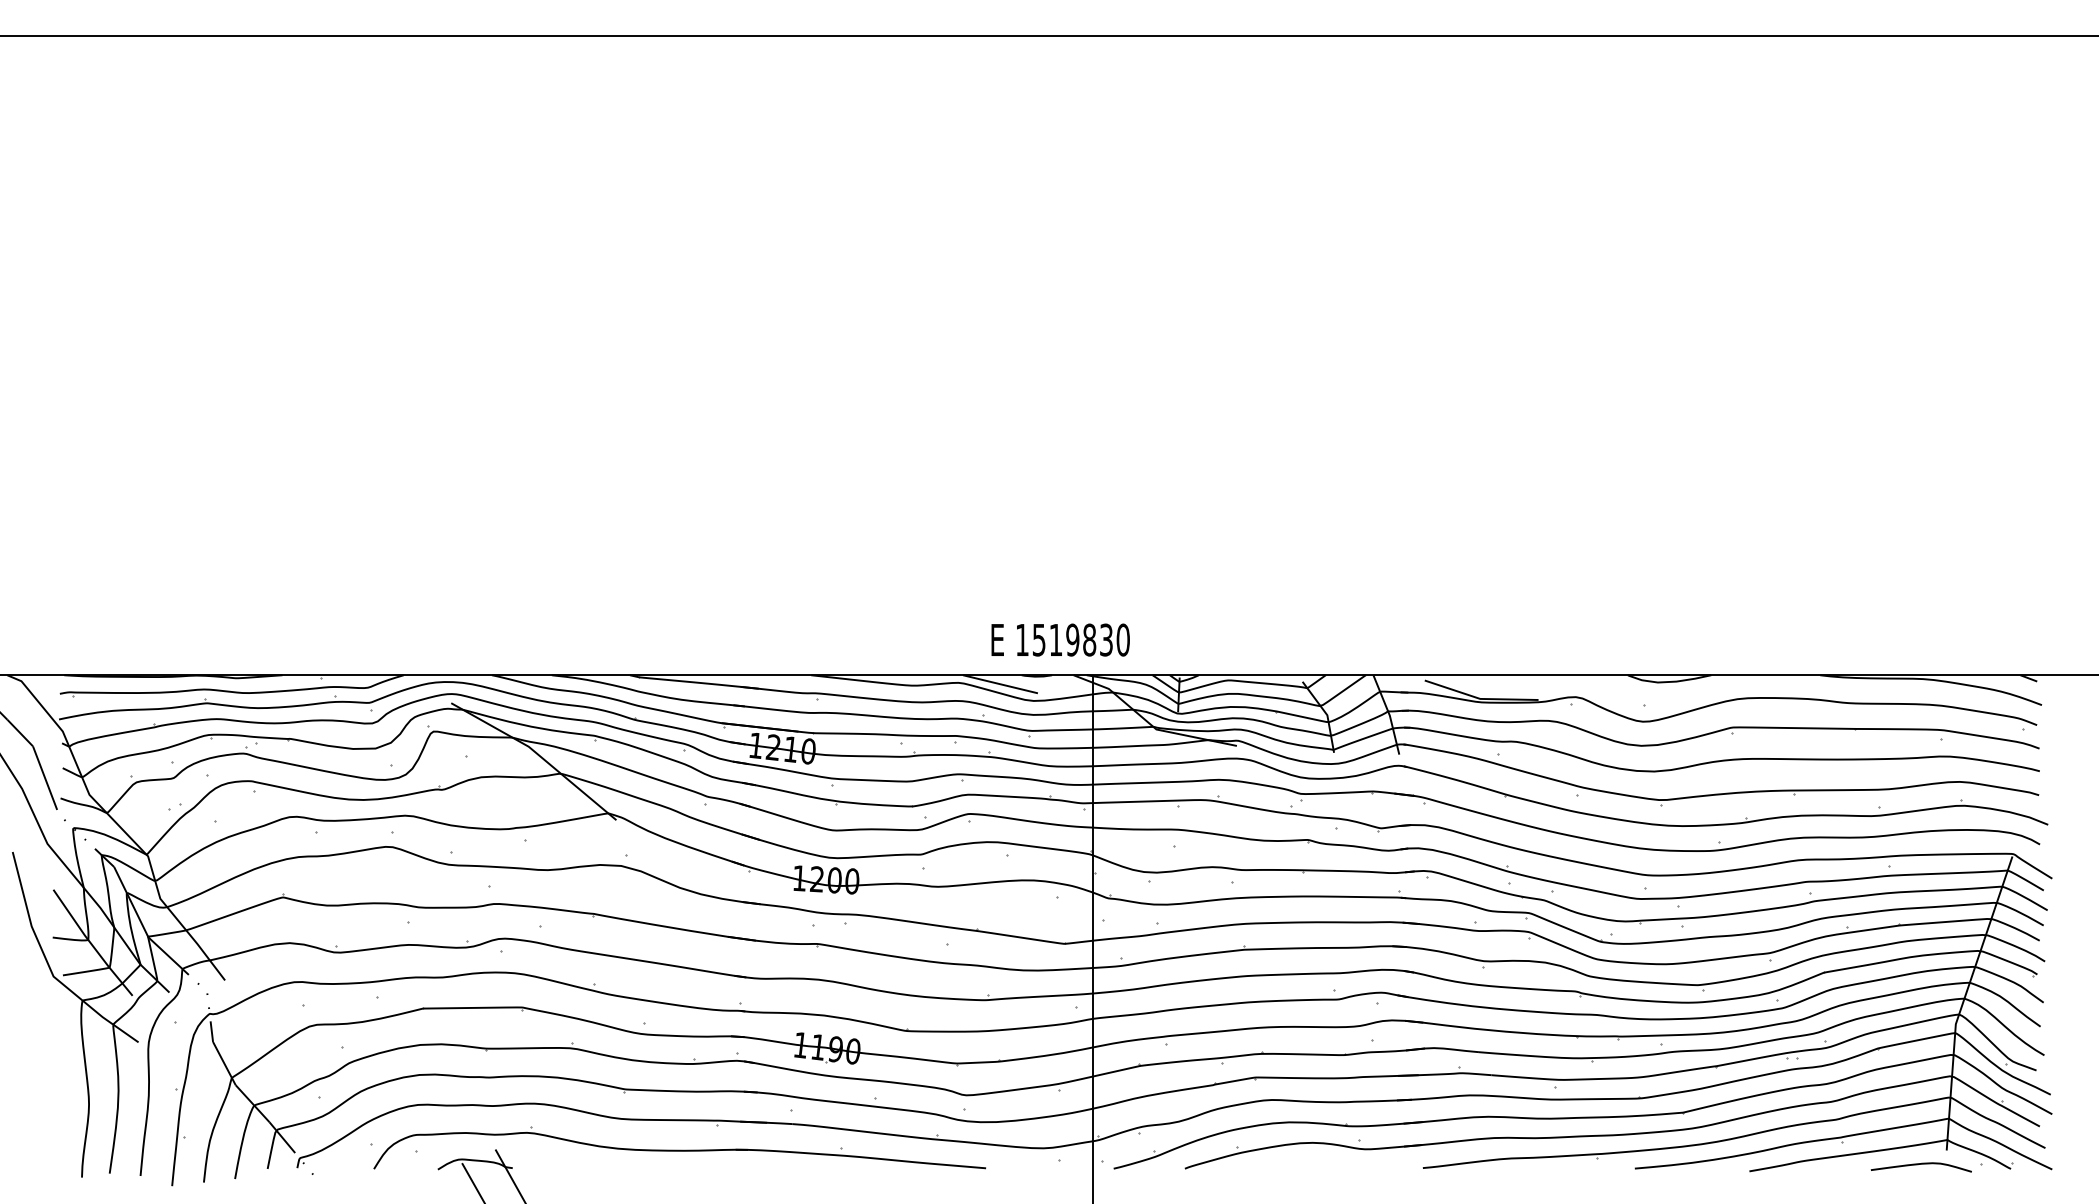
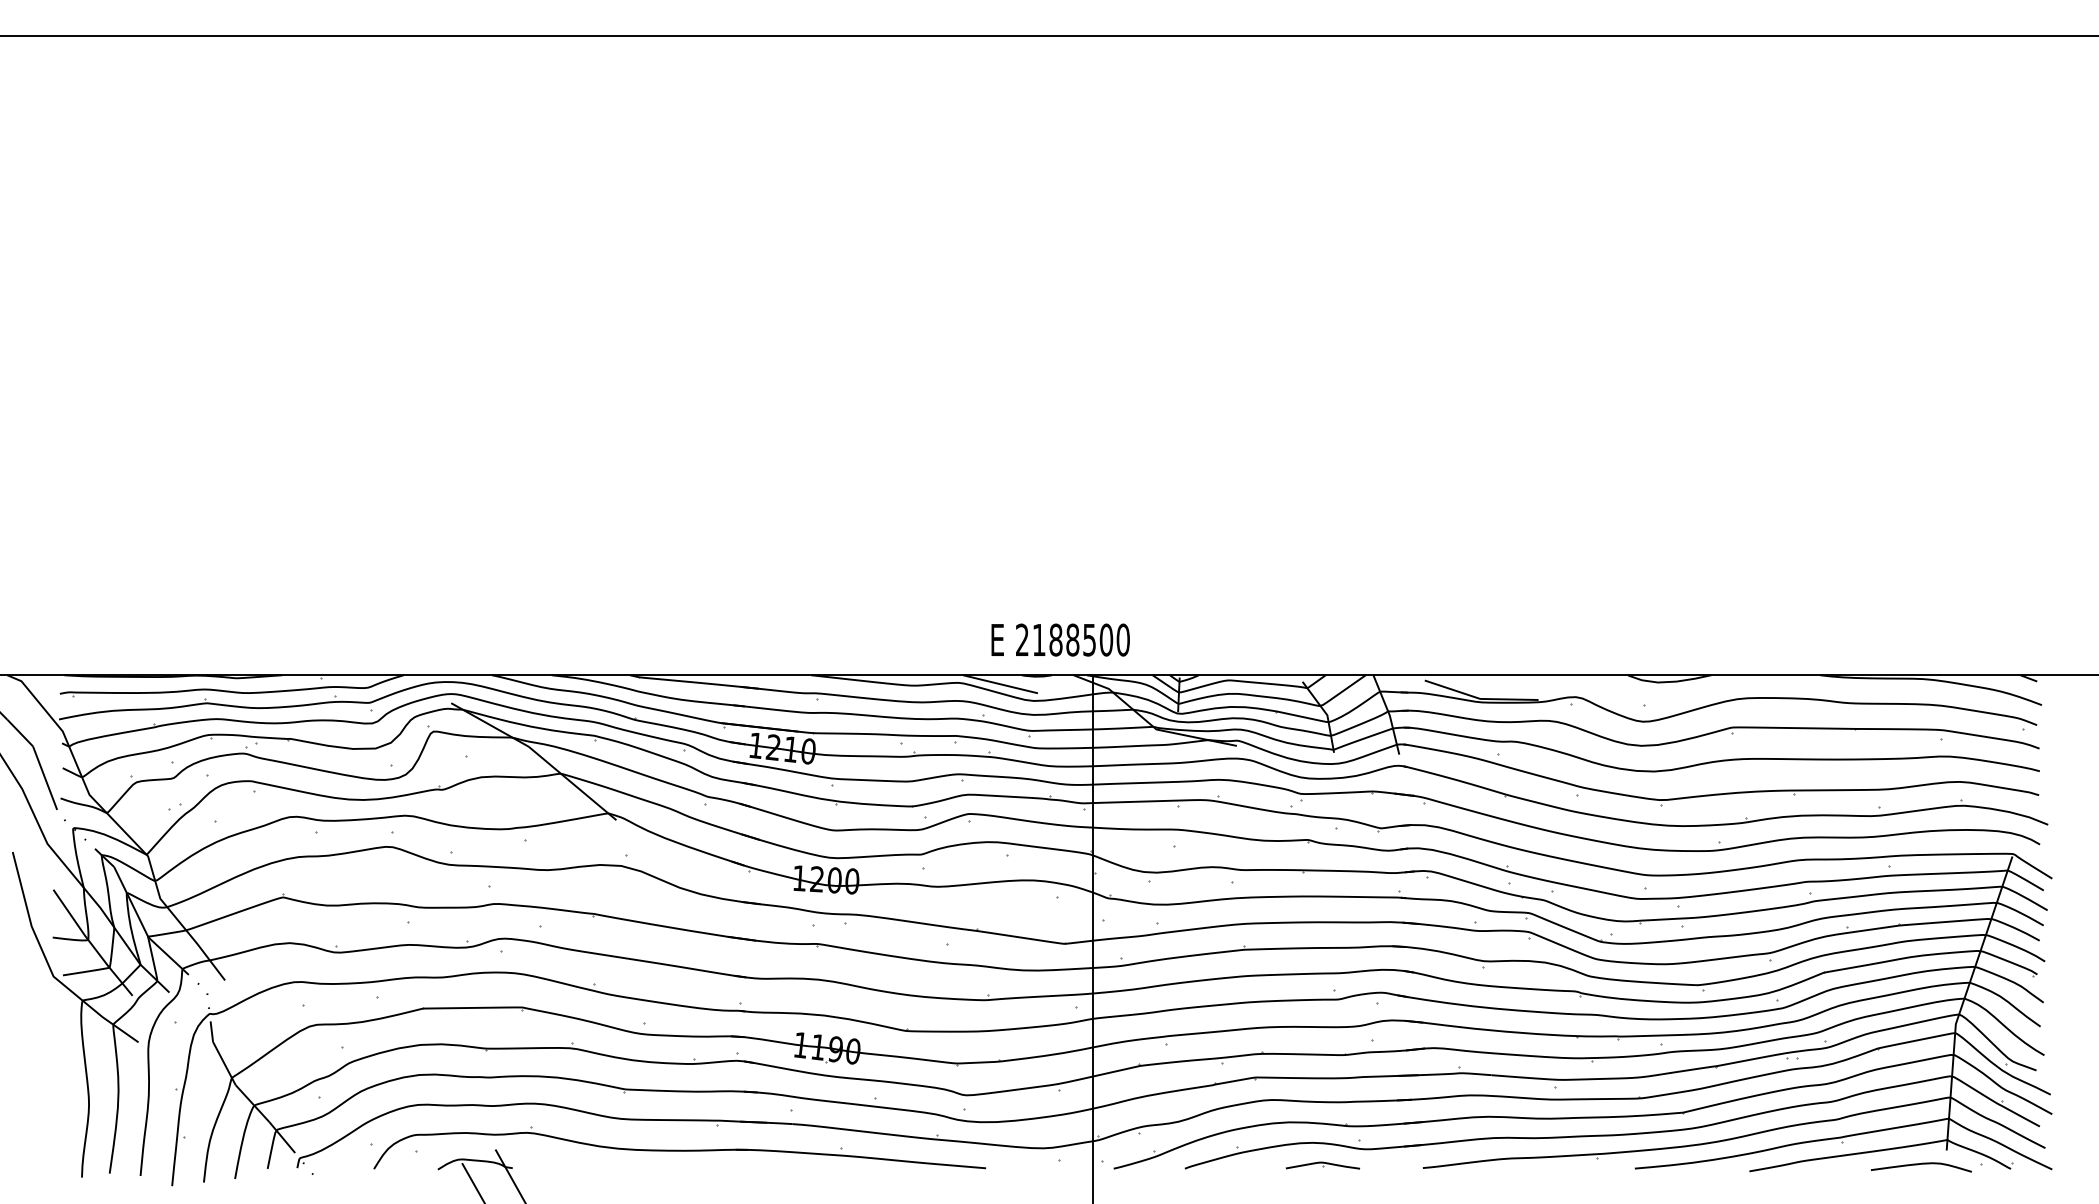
text at (1064, 639): 1519830 -> 2188500
part at (1322, 1165): none -> present
